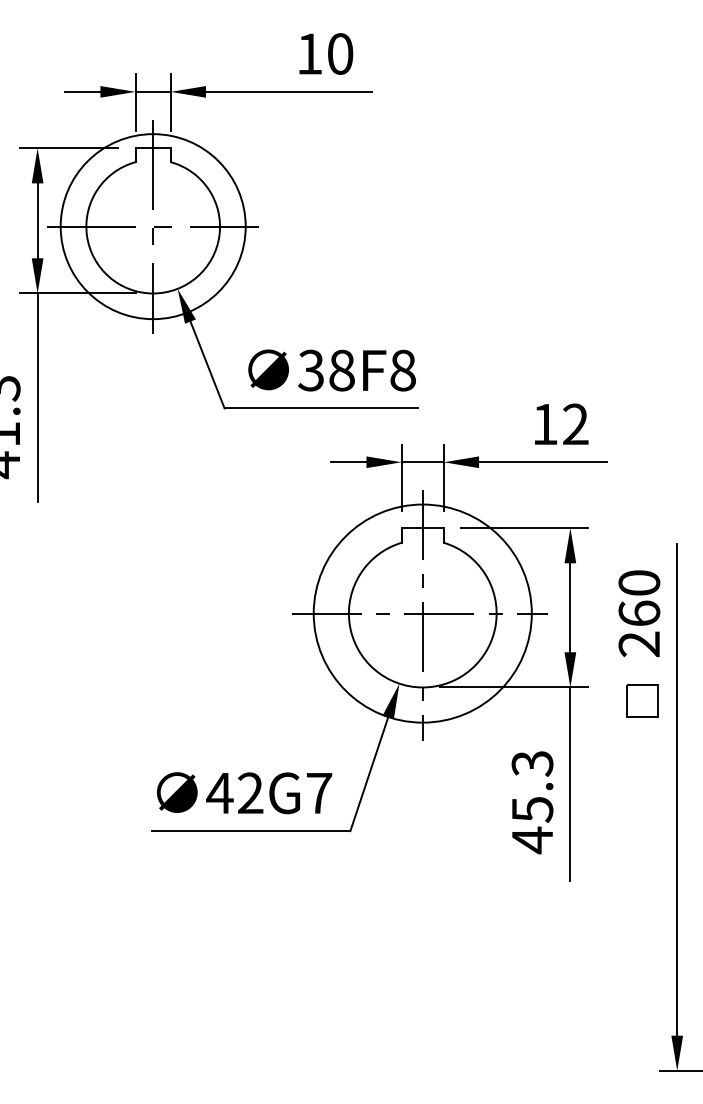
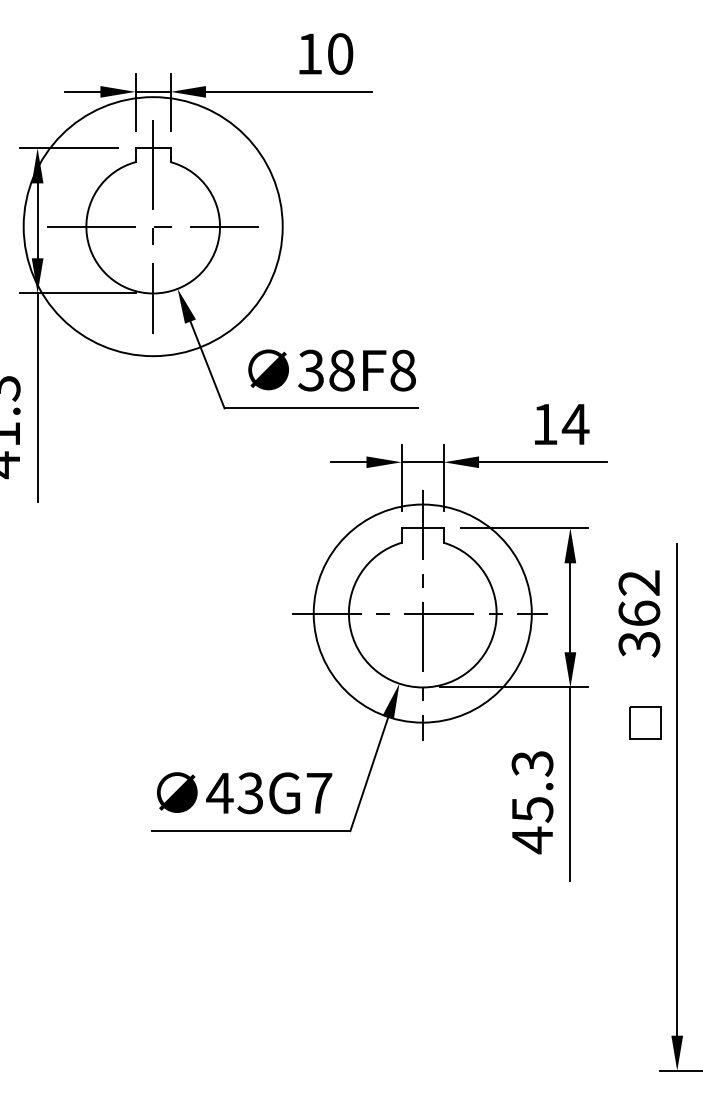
circle at (152, 226) diameter: 185 px -> 259 px
text at (575, 423): 12 -> 14
text at (639, 613): 260 -> 362
part at (642, 700) position: (642, 700) -> (645, 722)
text at (250, 793): 42G7 -> 43G7
